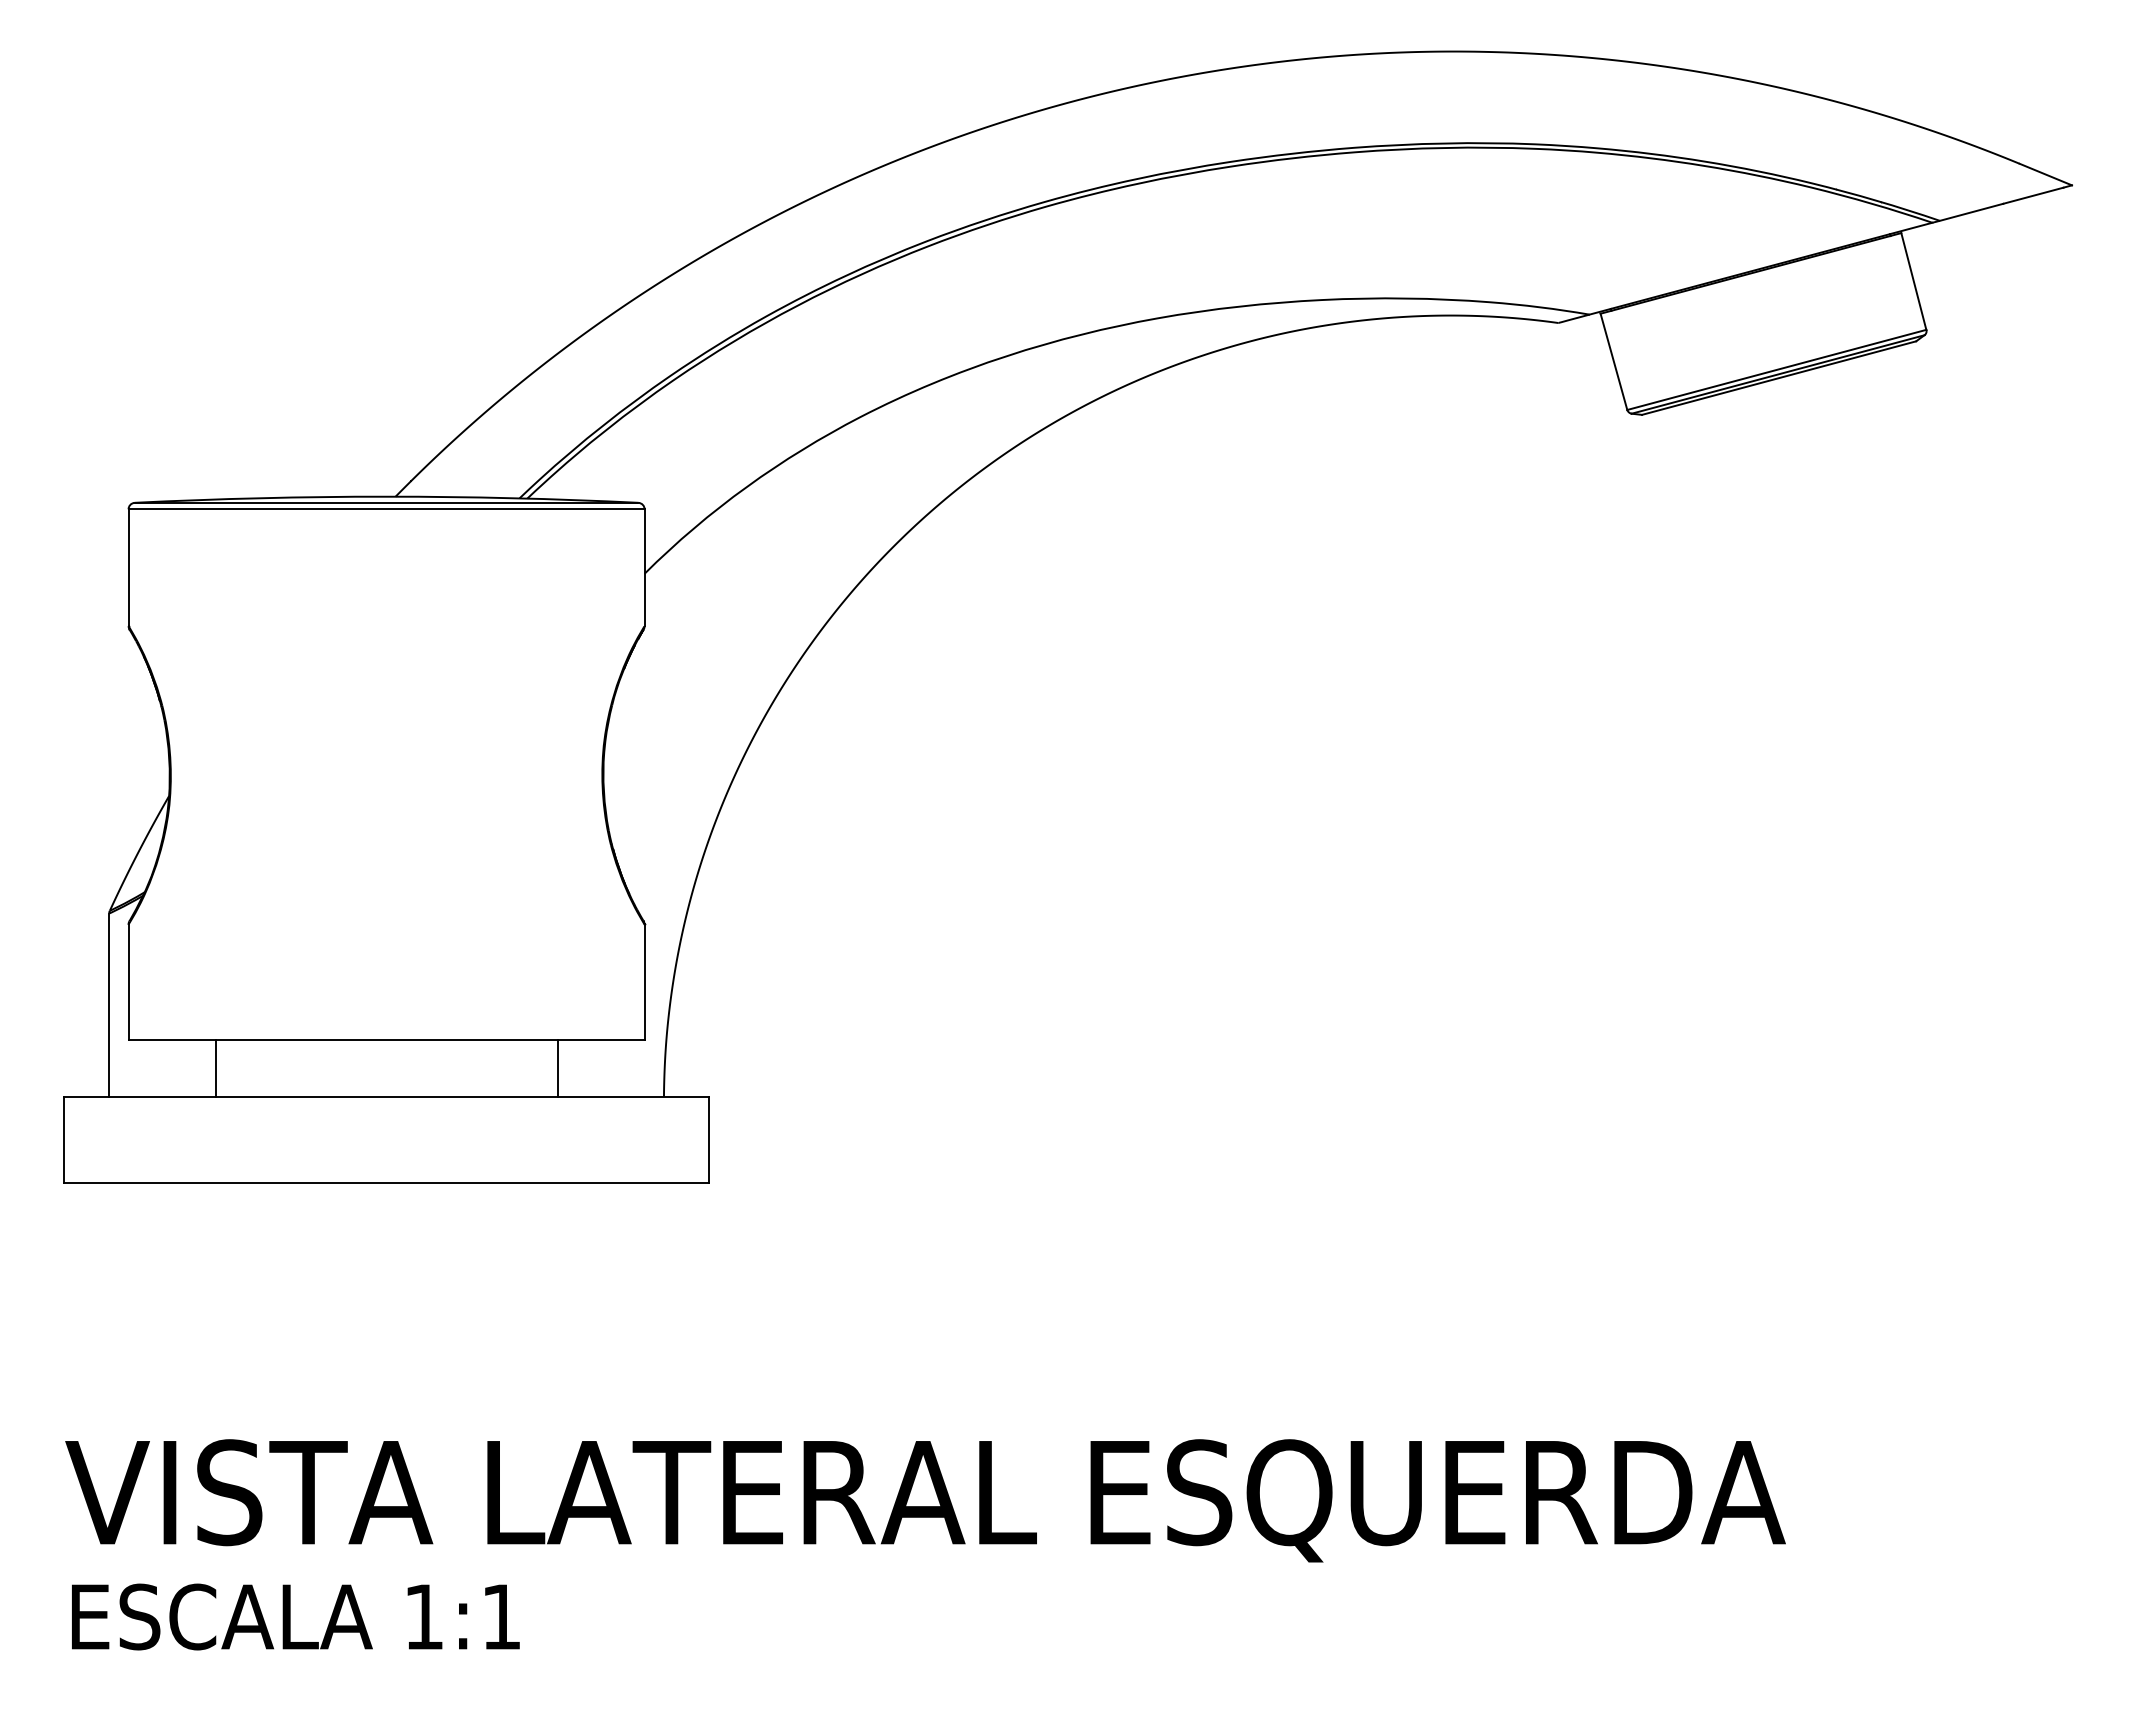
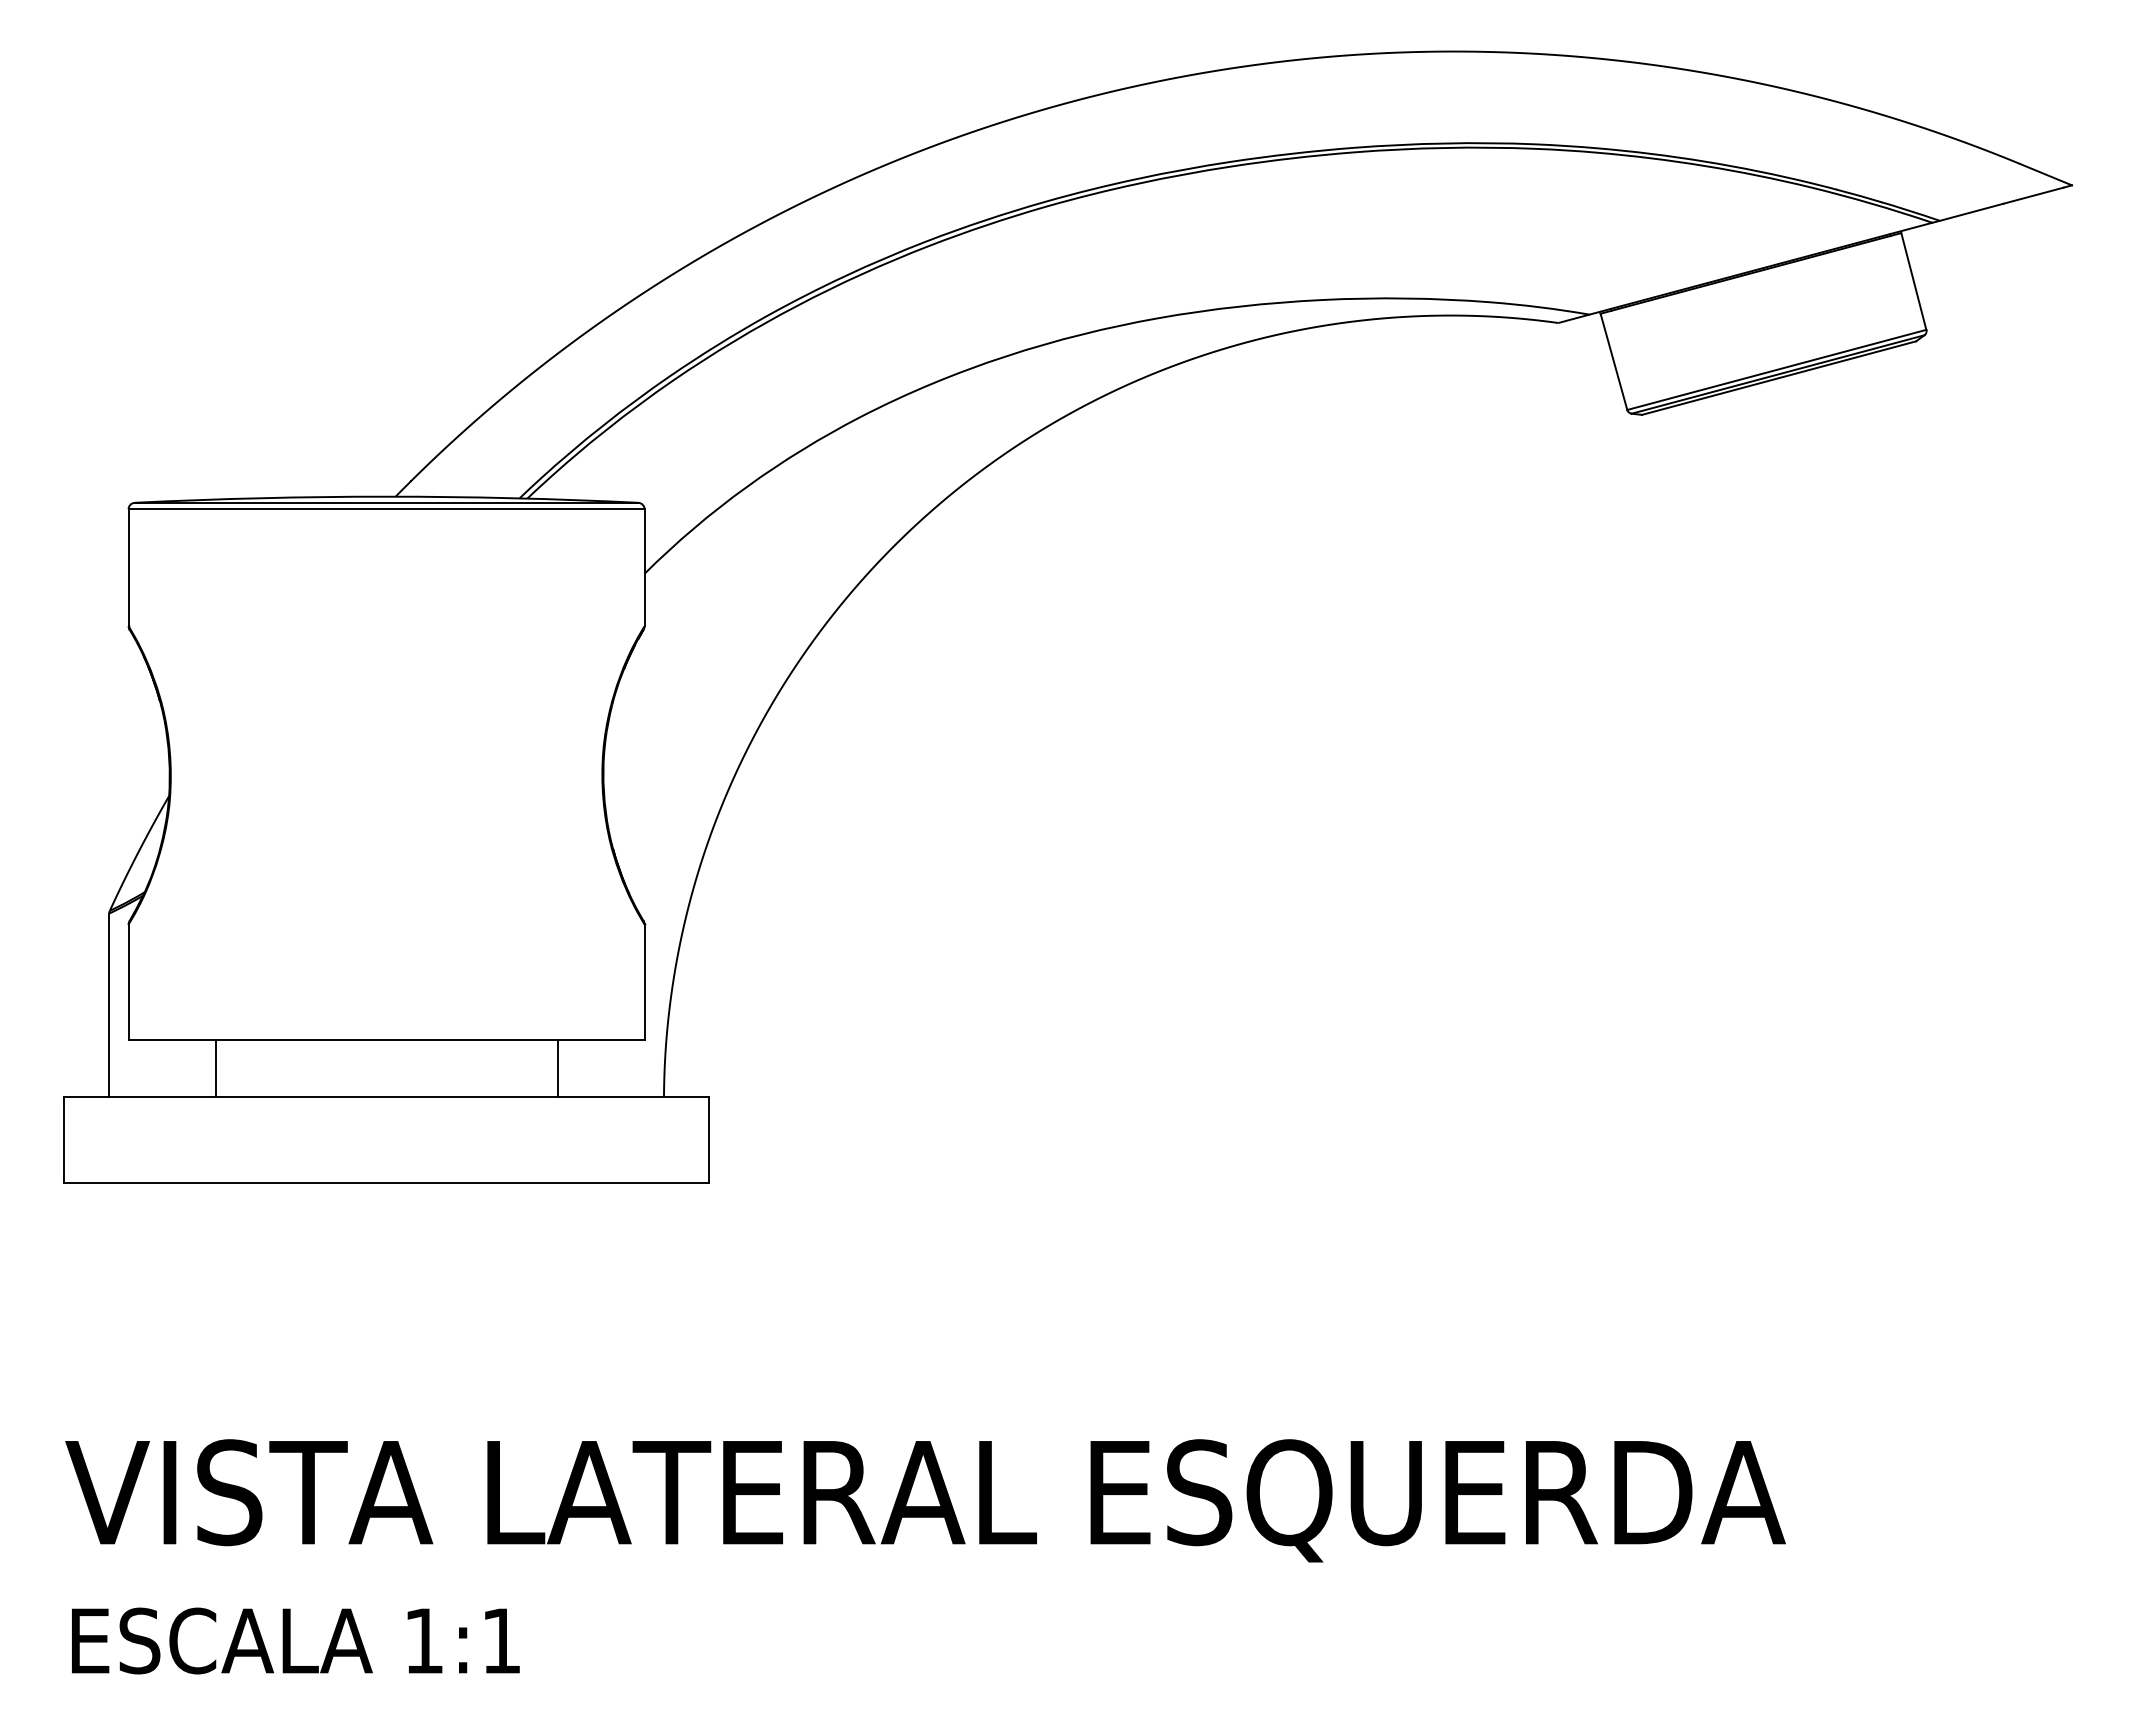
text at (295, 1616) position: (295, 1616) -> (295, 1640)
